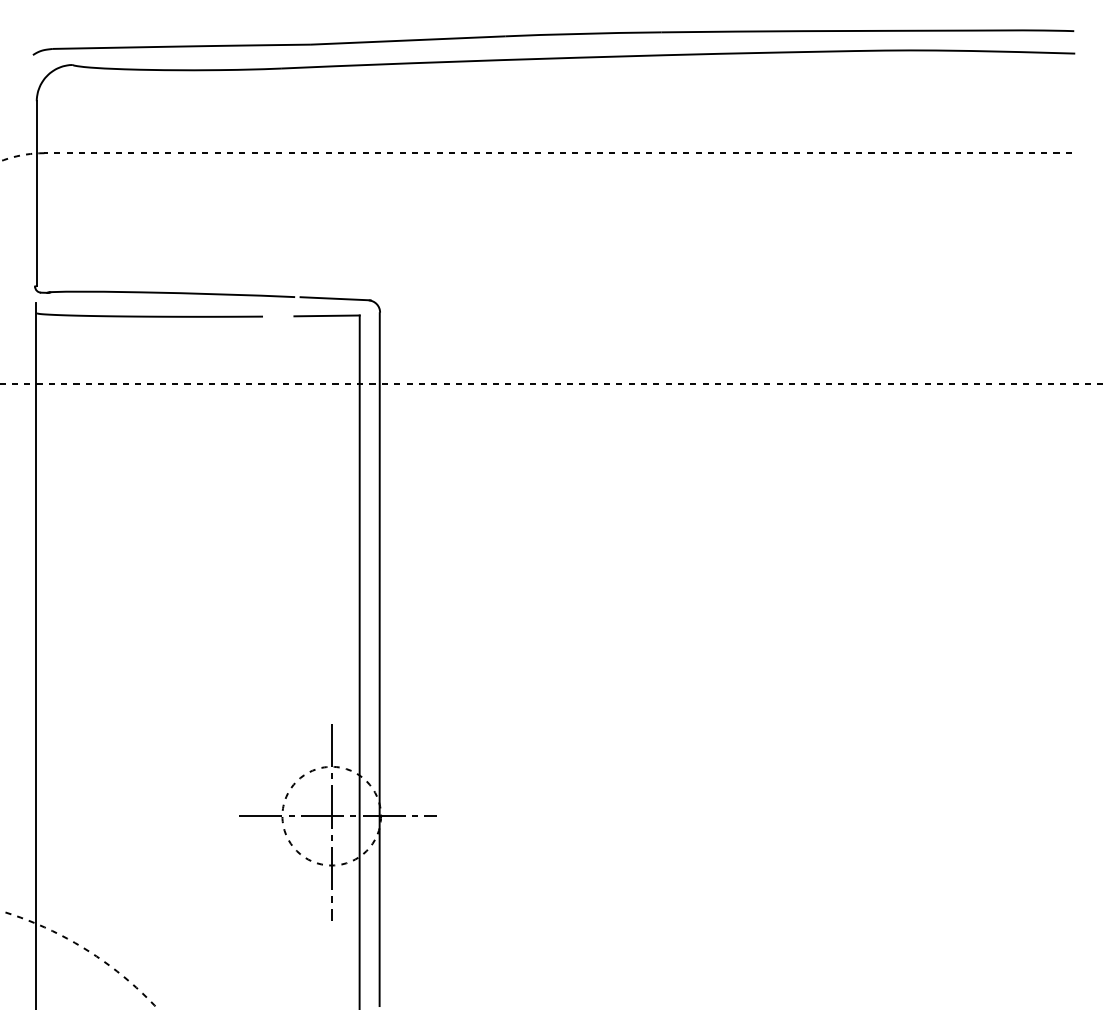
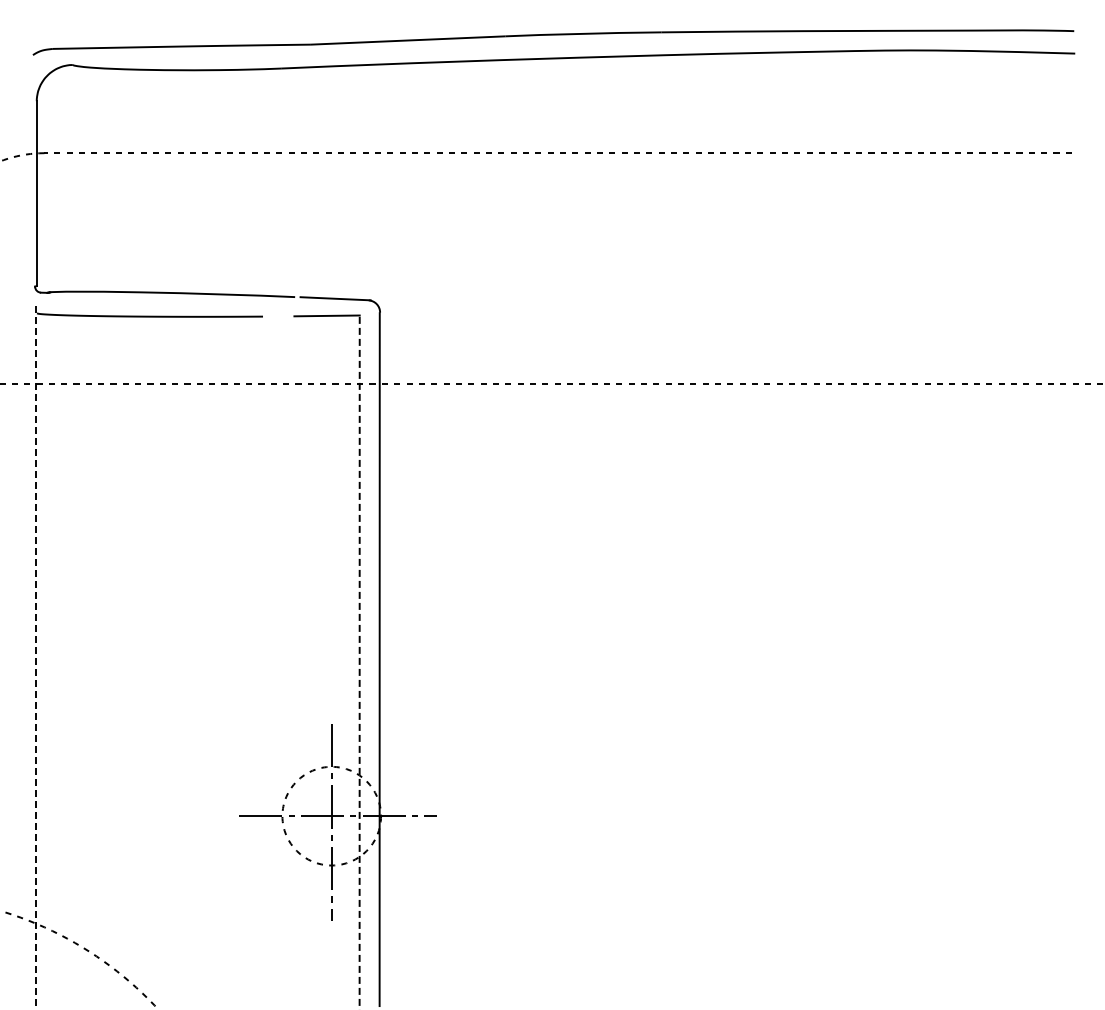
line at (36, 655): solid -> dashed
line at (359, 662): solid -> dashed
